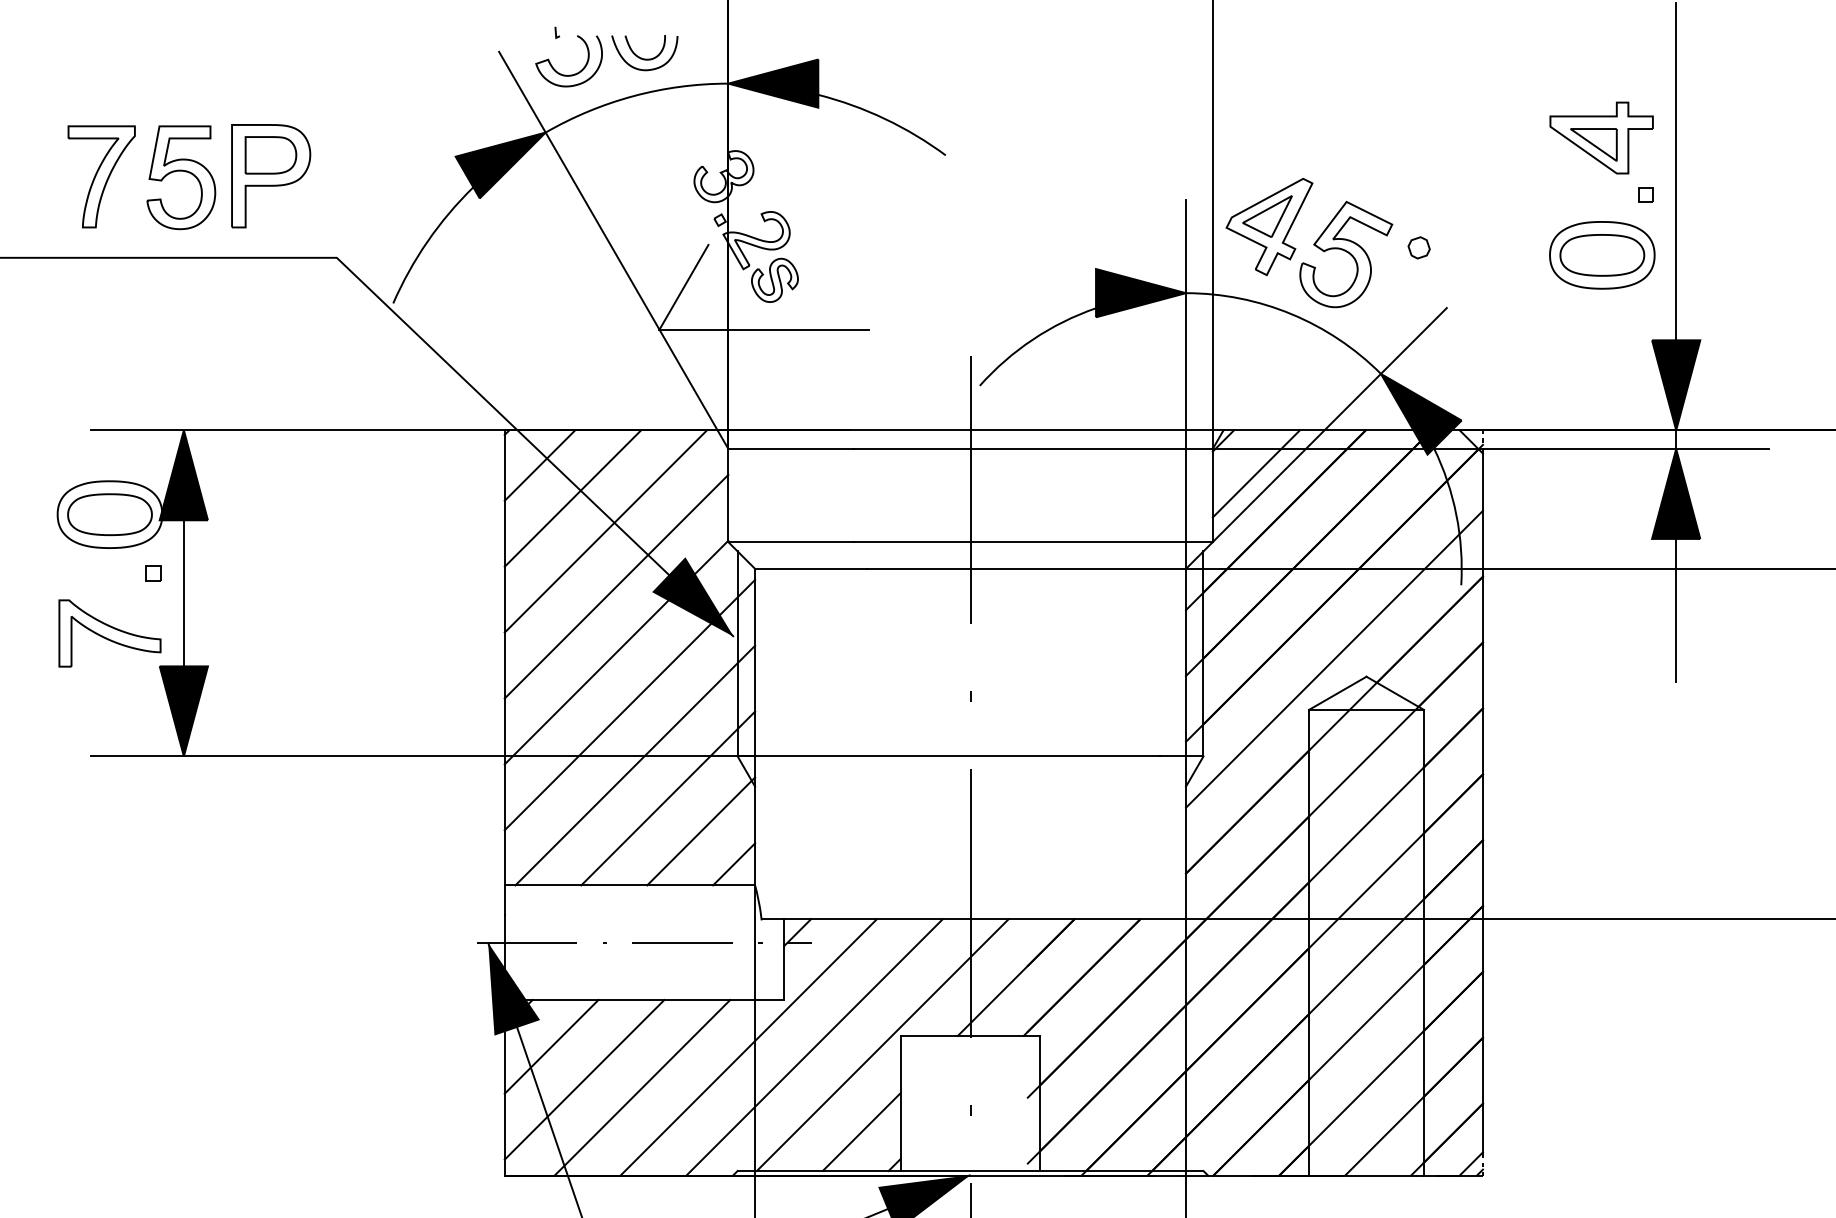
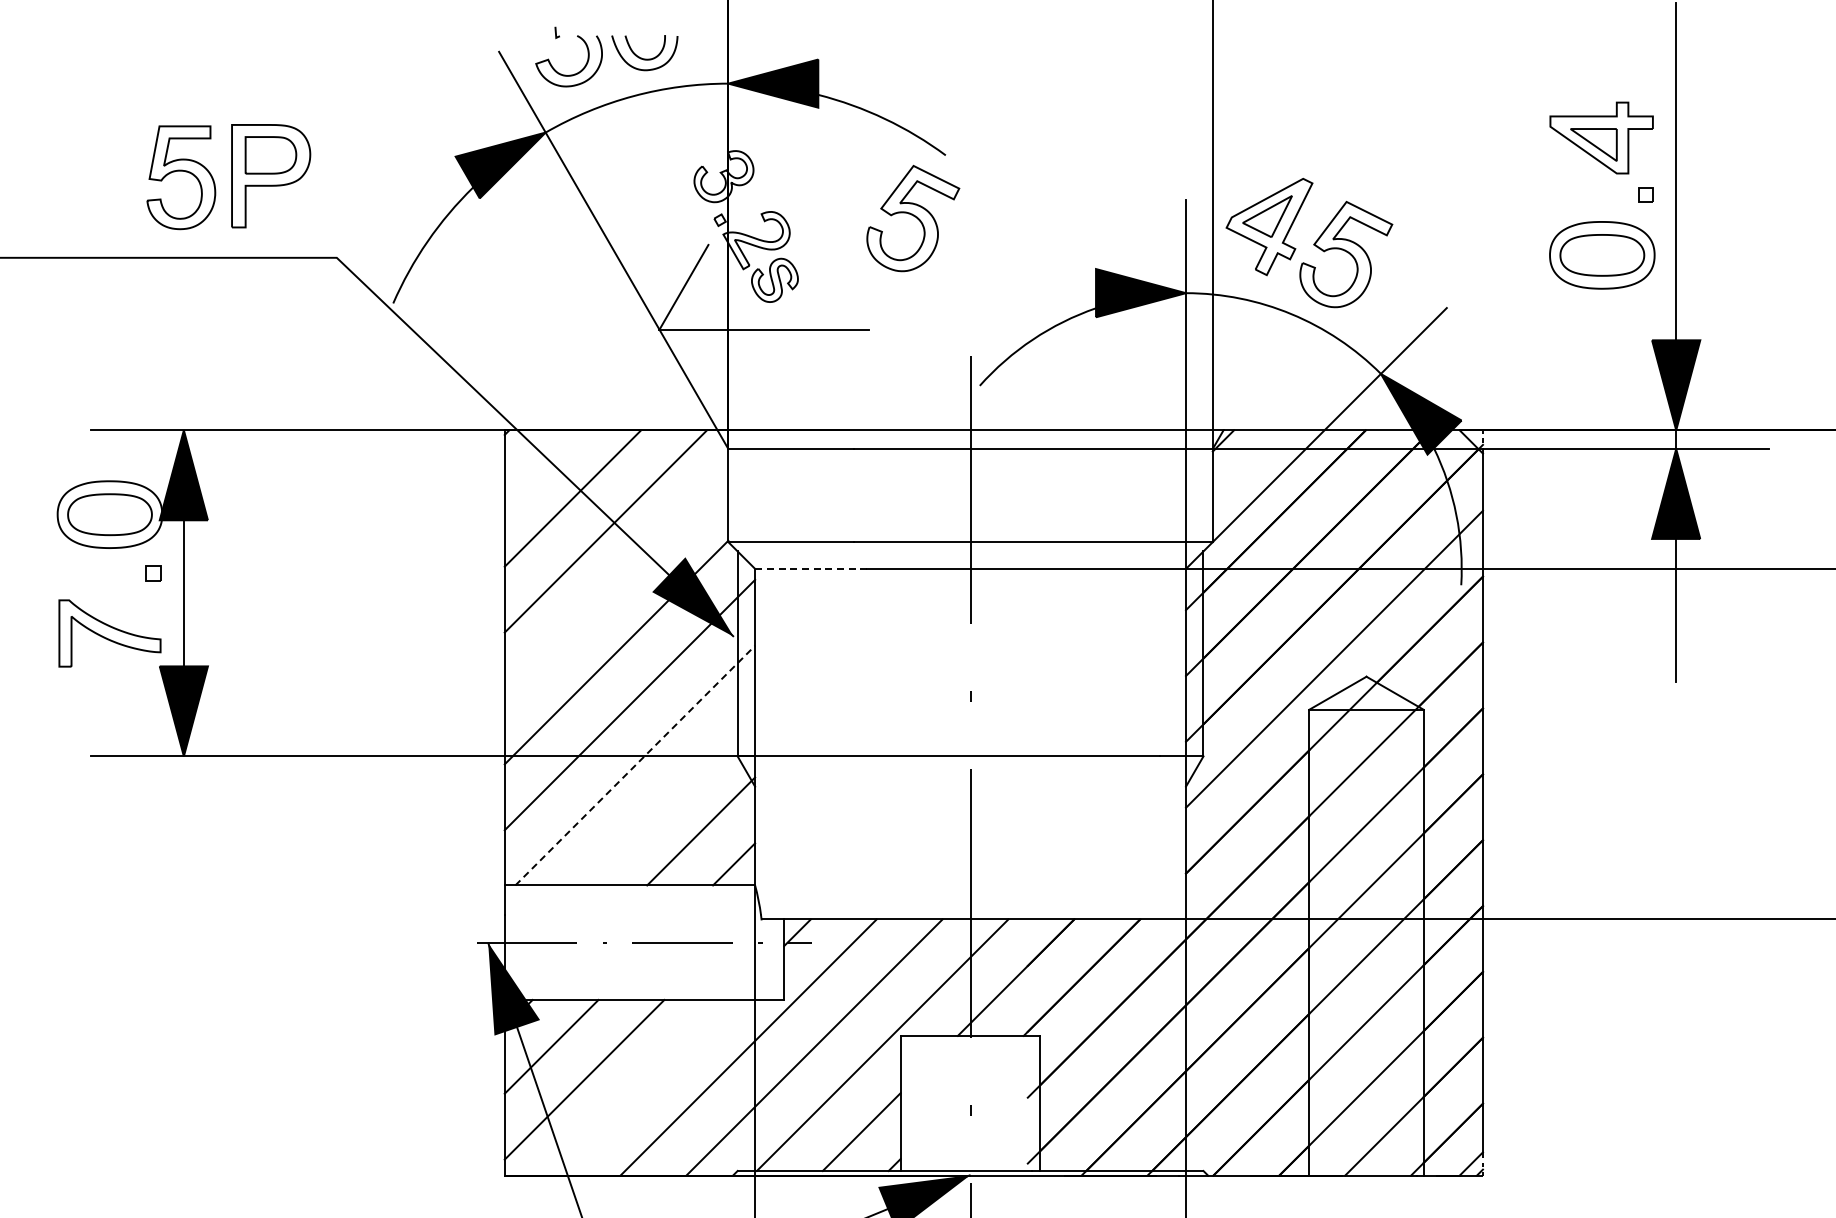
part at (101, 176): present -> none
part at (913, 218): none -> present
part at (1418, 247): present -> none
line at (539, 465): present -> none
line at (1255, 473): present -> none
line at (810, 568): solid -> dashed
line at (616, 586): present -> none
line at (635, 765): solid -> dashed
line at (668, 798): present -> none
line at (642, 1087): present -> none
